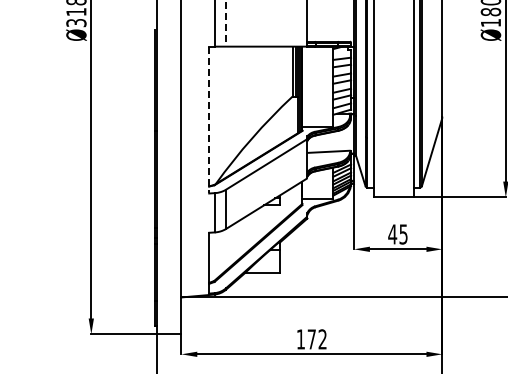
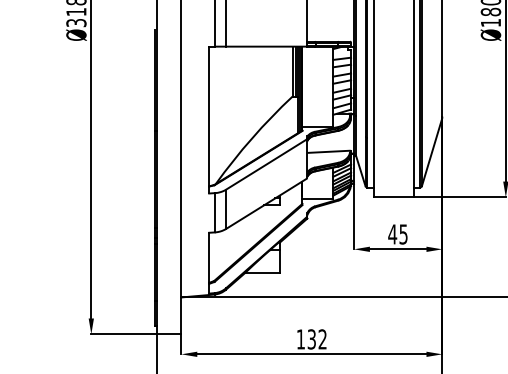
line at (226, 23): dashed -> solid
line at (209, 120): dashed -> solid
text at (311, 339): 172 -> 132
